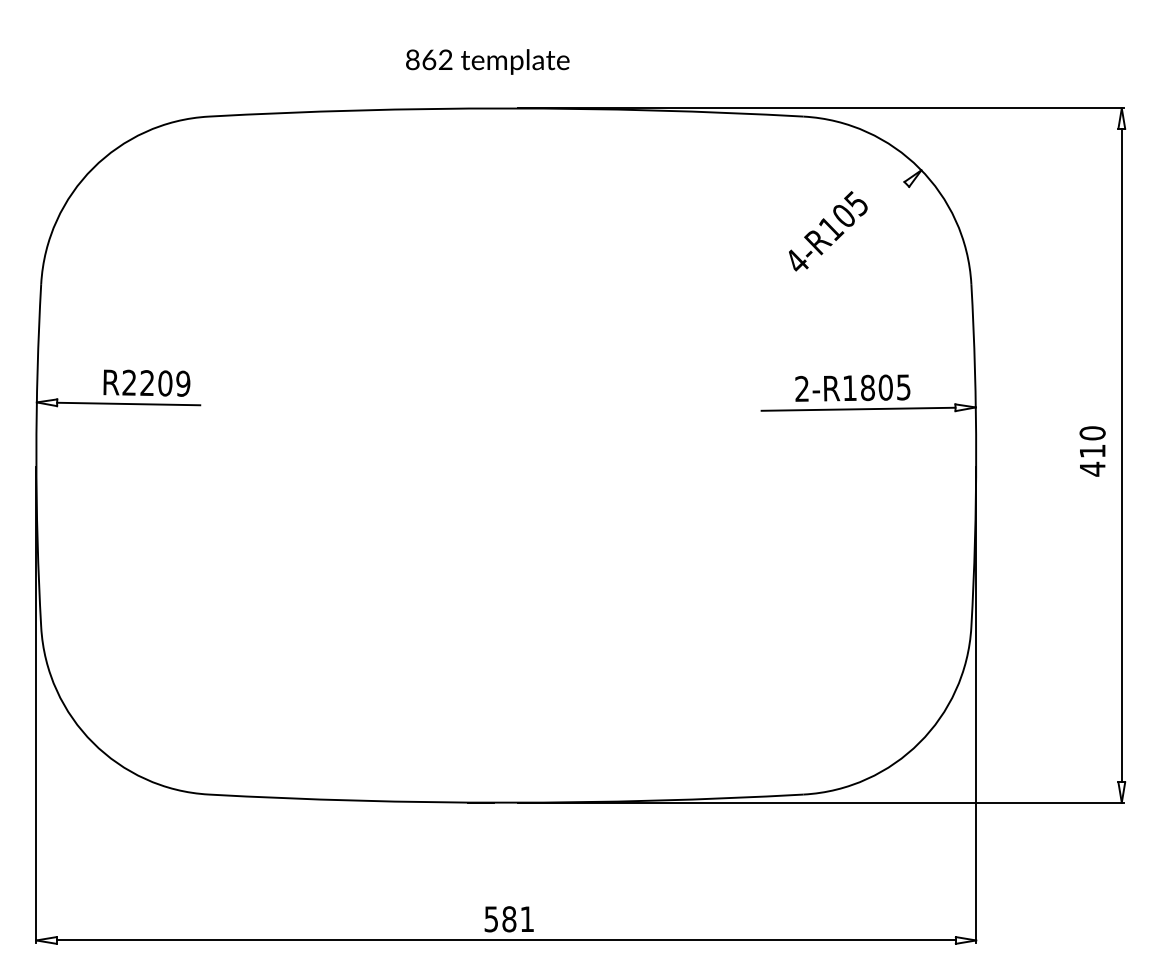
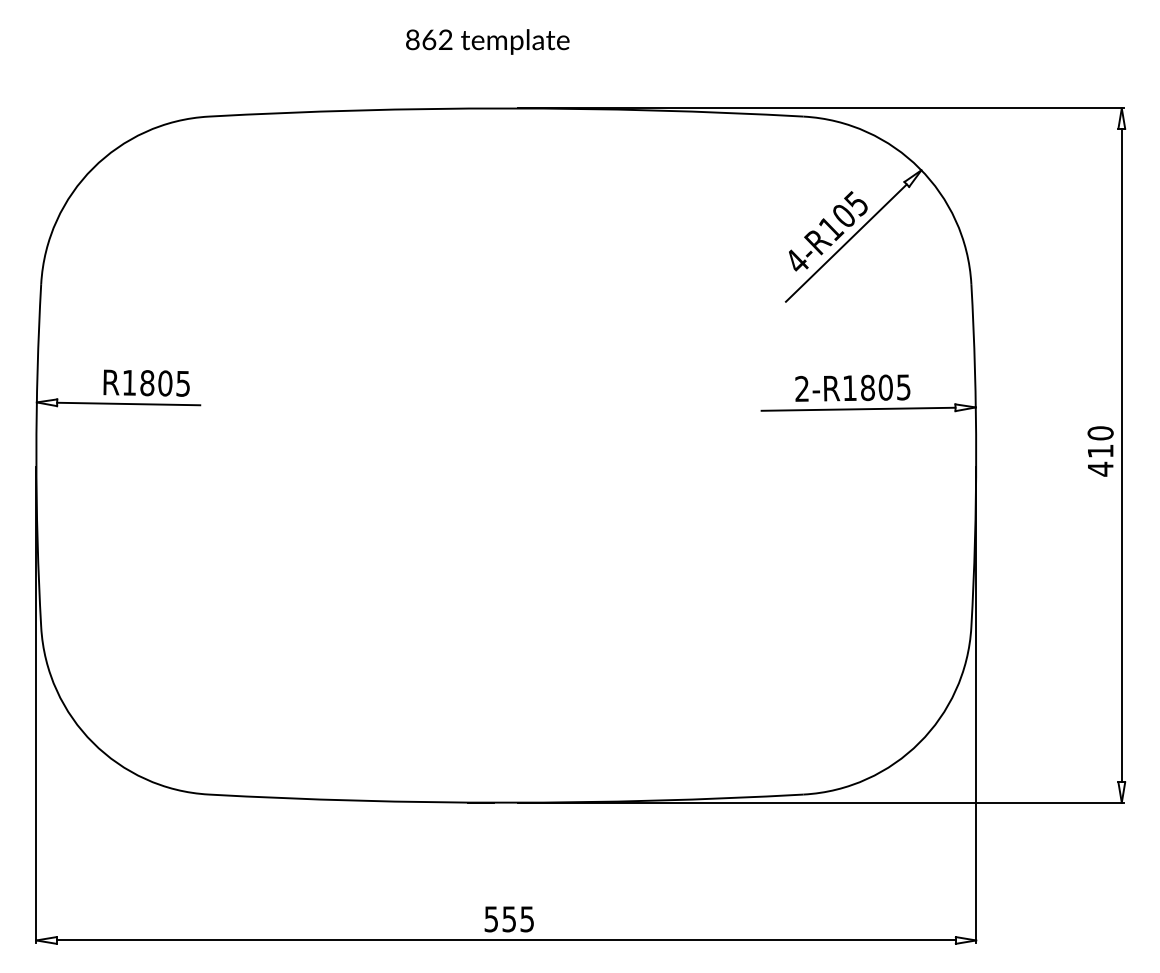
text at (487, 61) position: (487, 61) -> (487, 41)
line at (845, 242): none -> present
text at (156, 382): R2209 -> R1805
text at (1092, 451) position: (1092, 451) -> (1100, 451)
text at (517, 919): 581 -> 555
